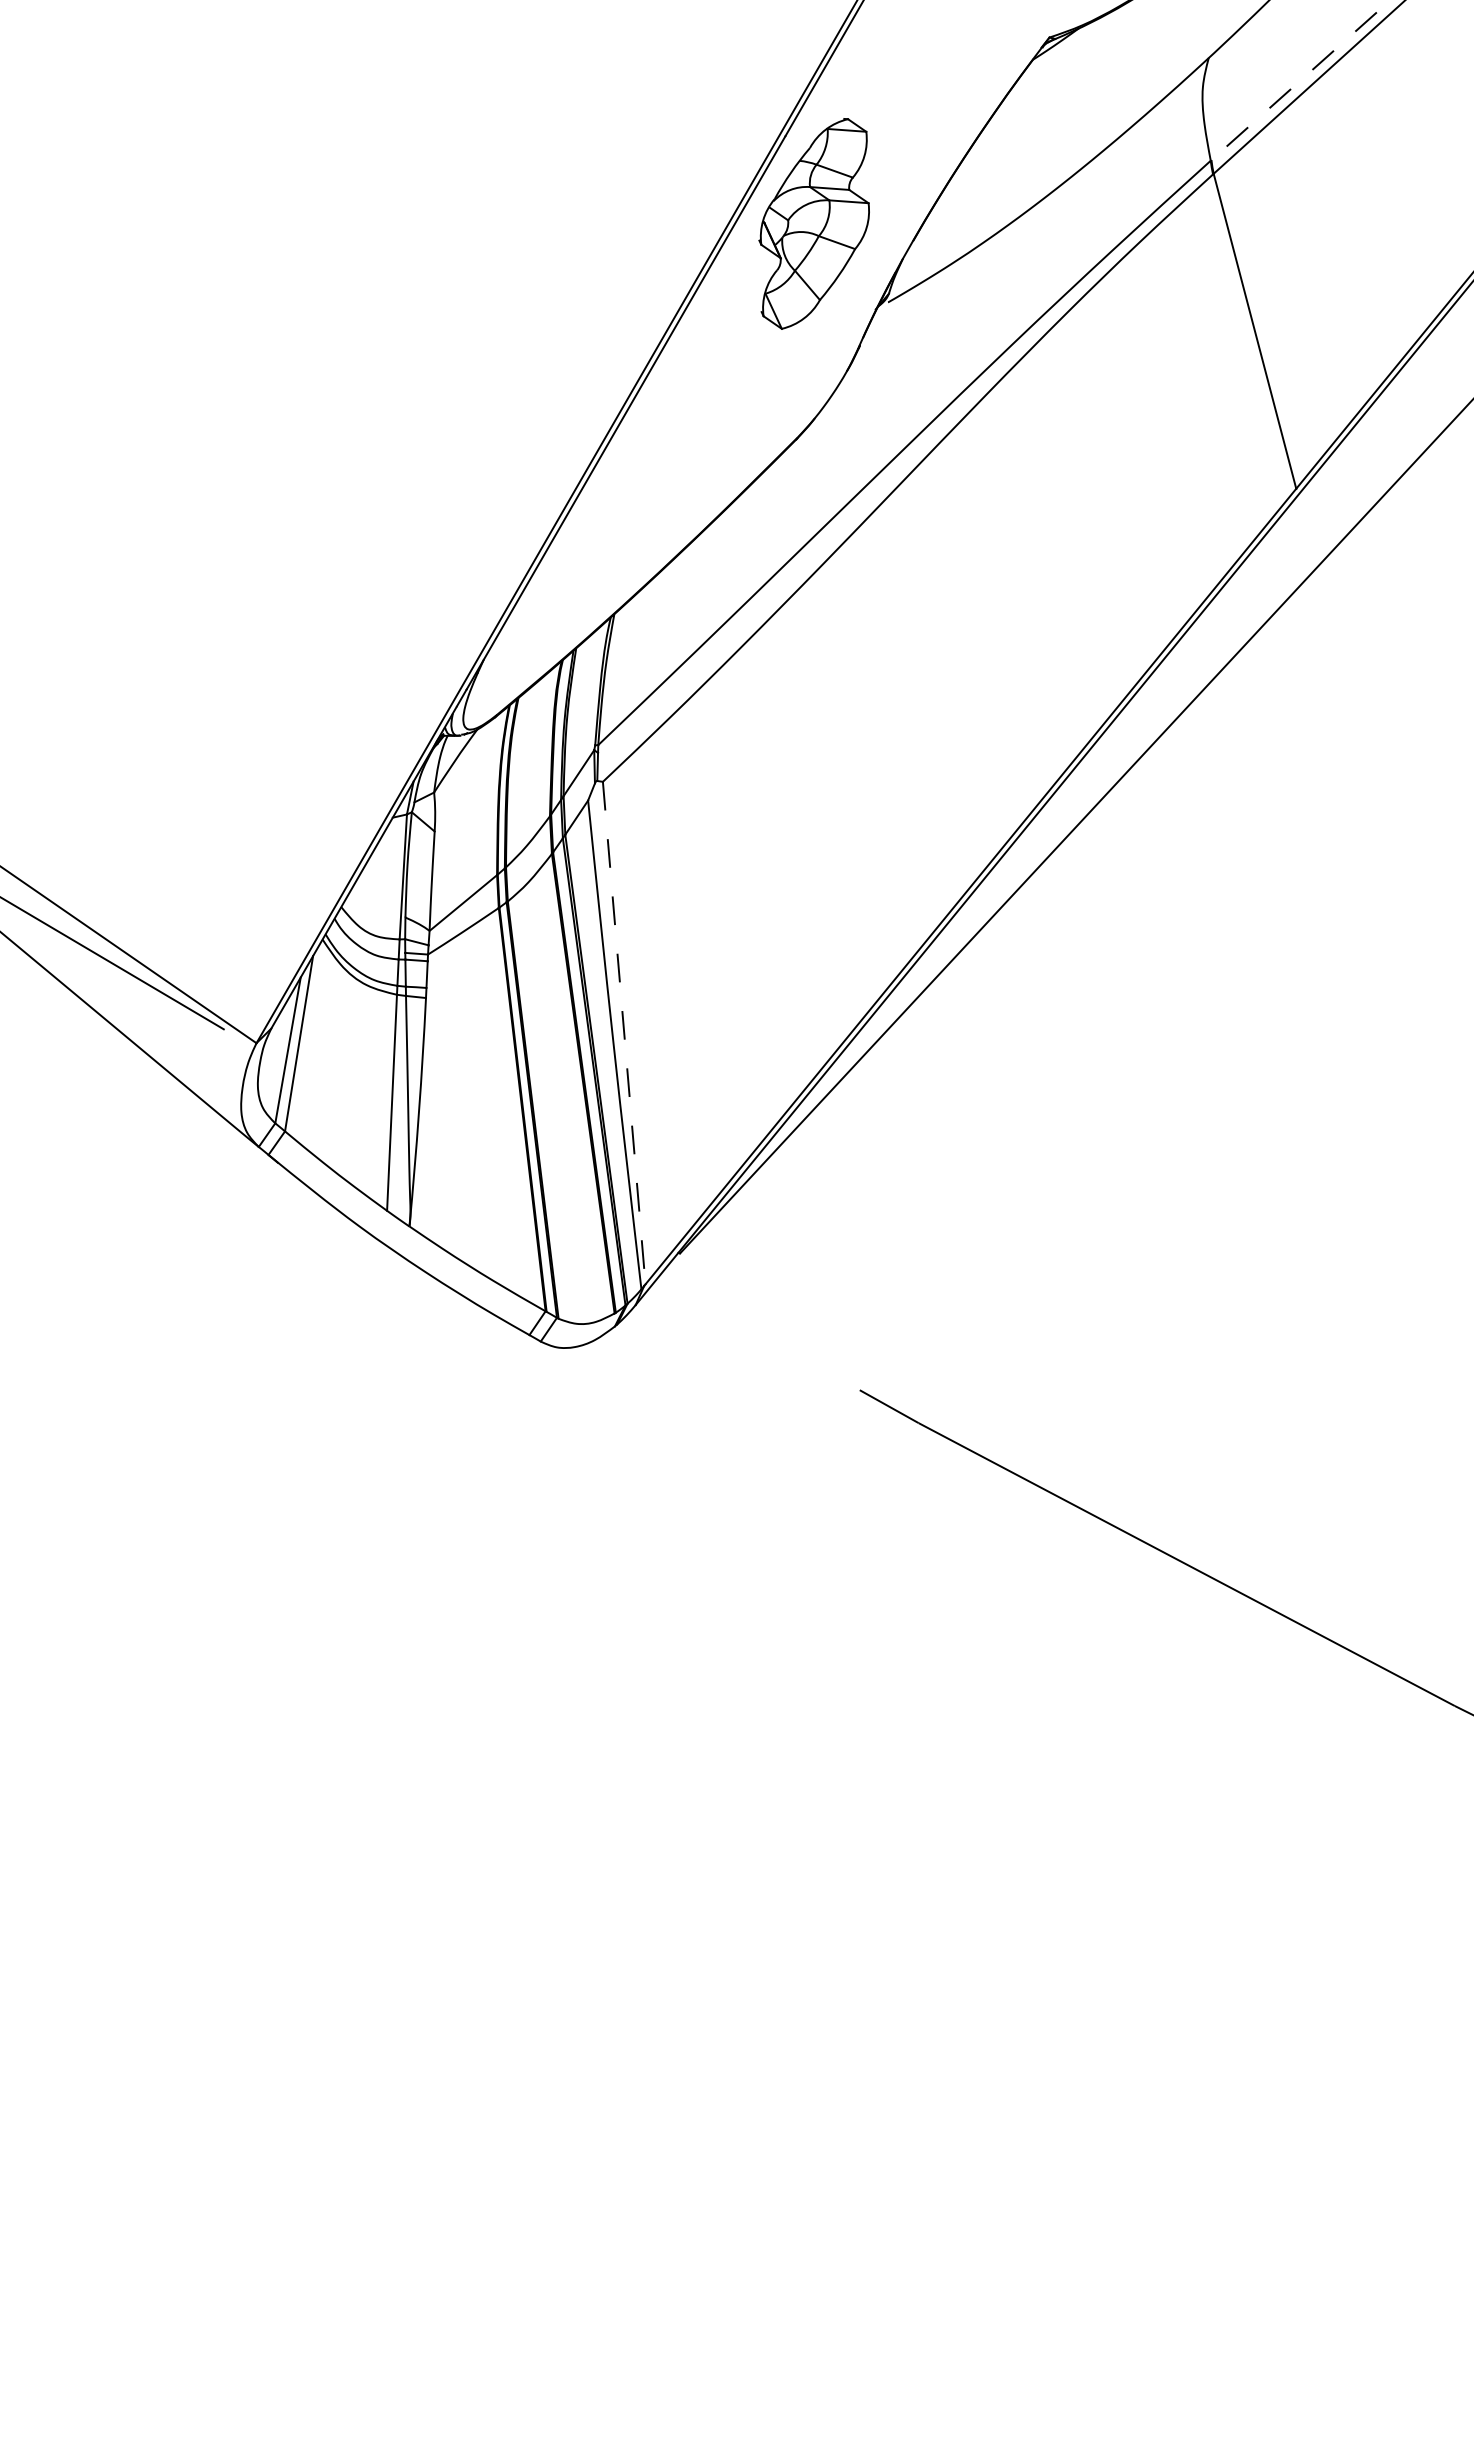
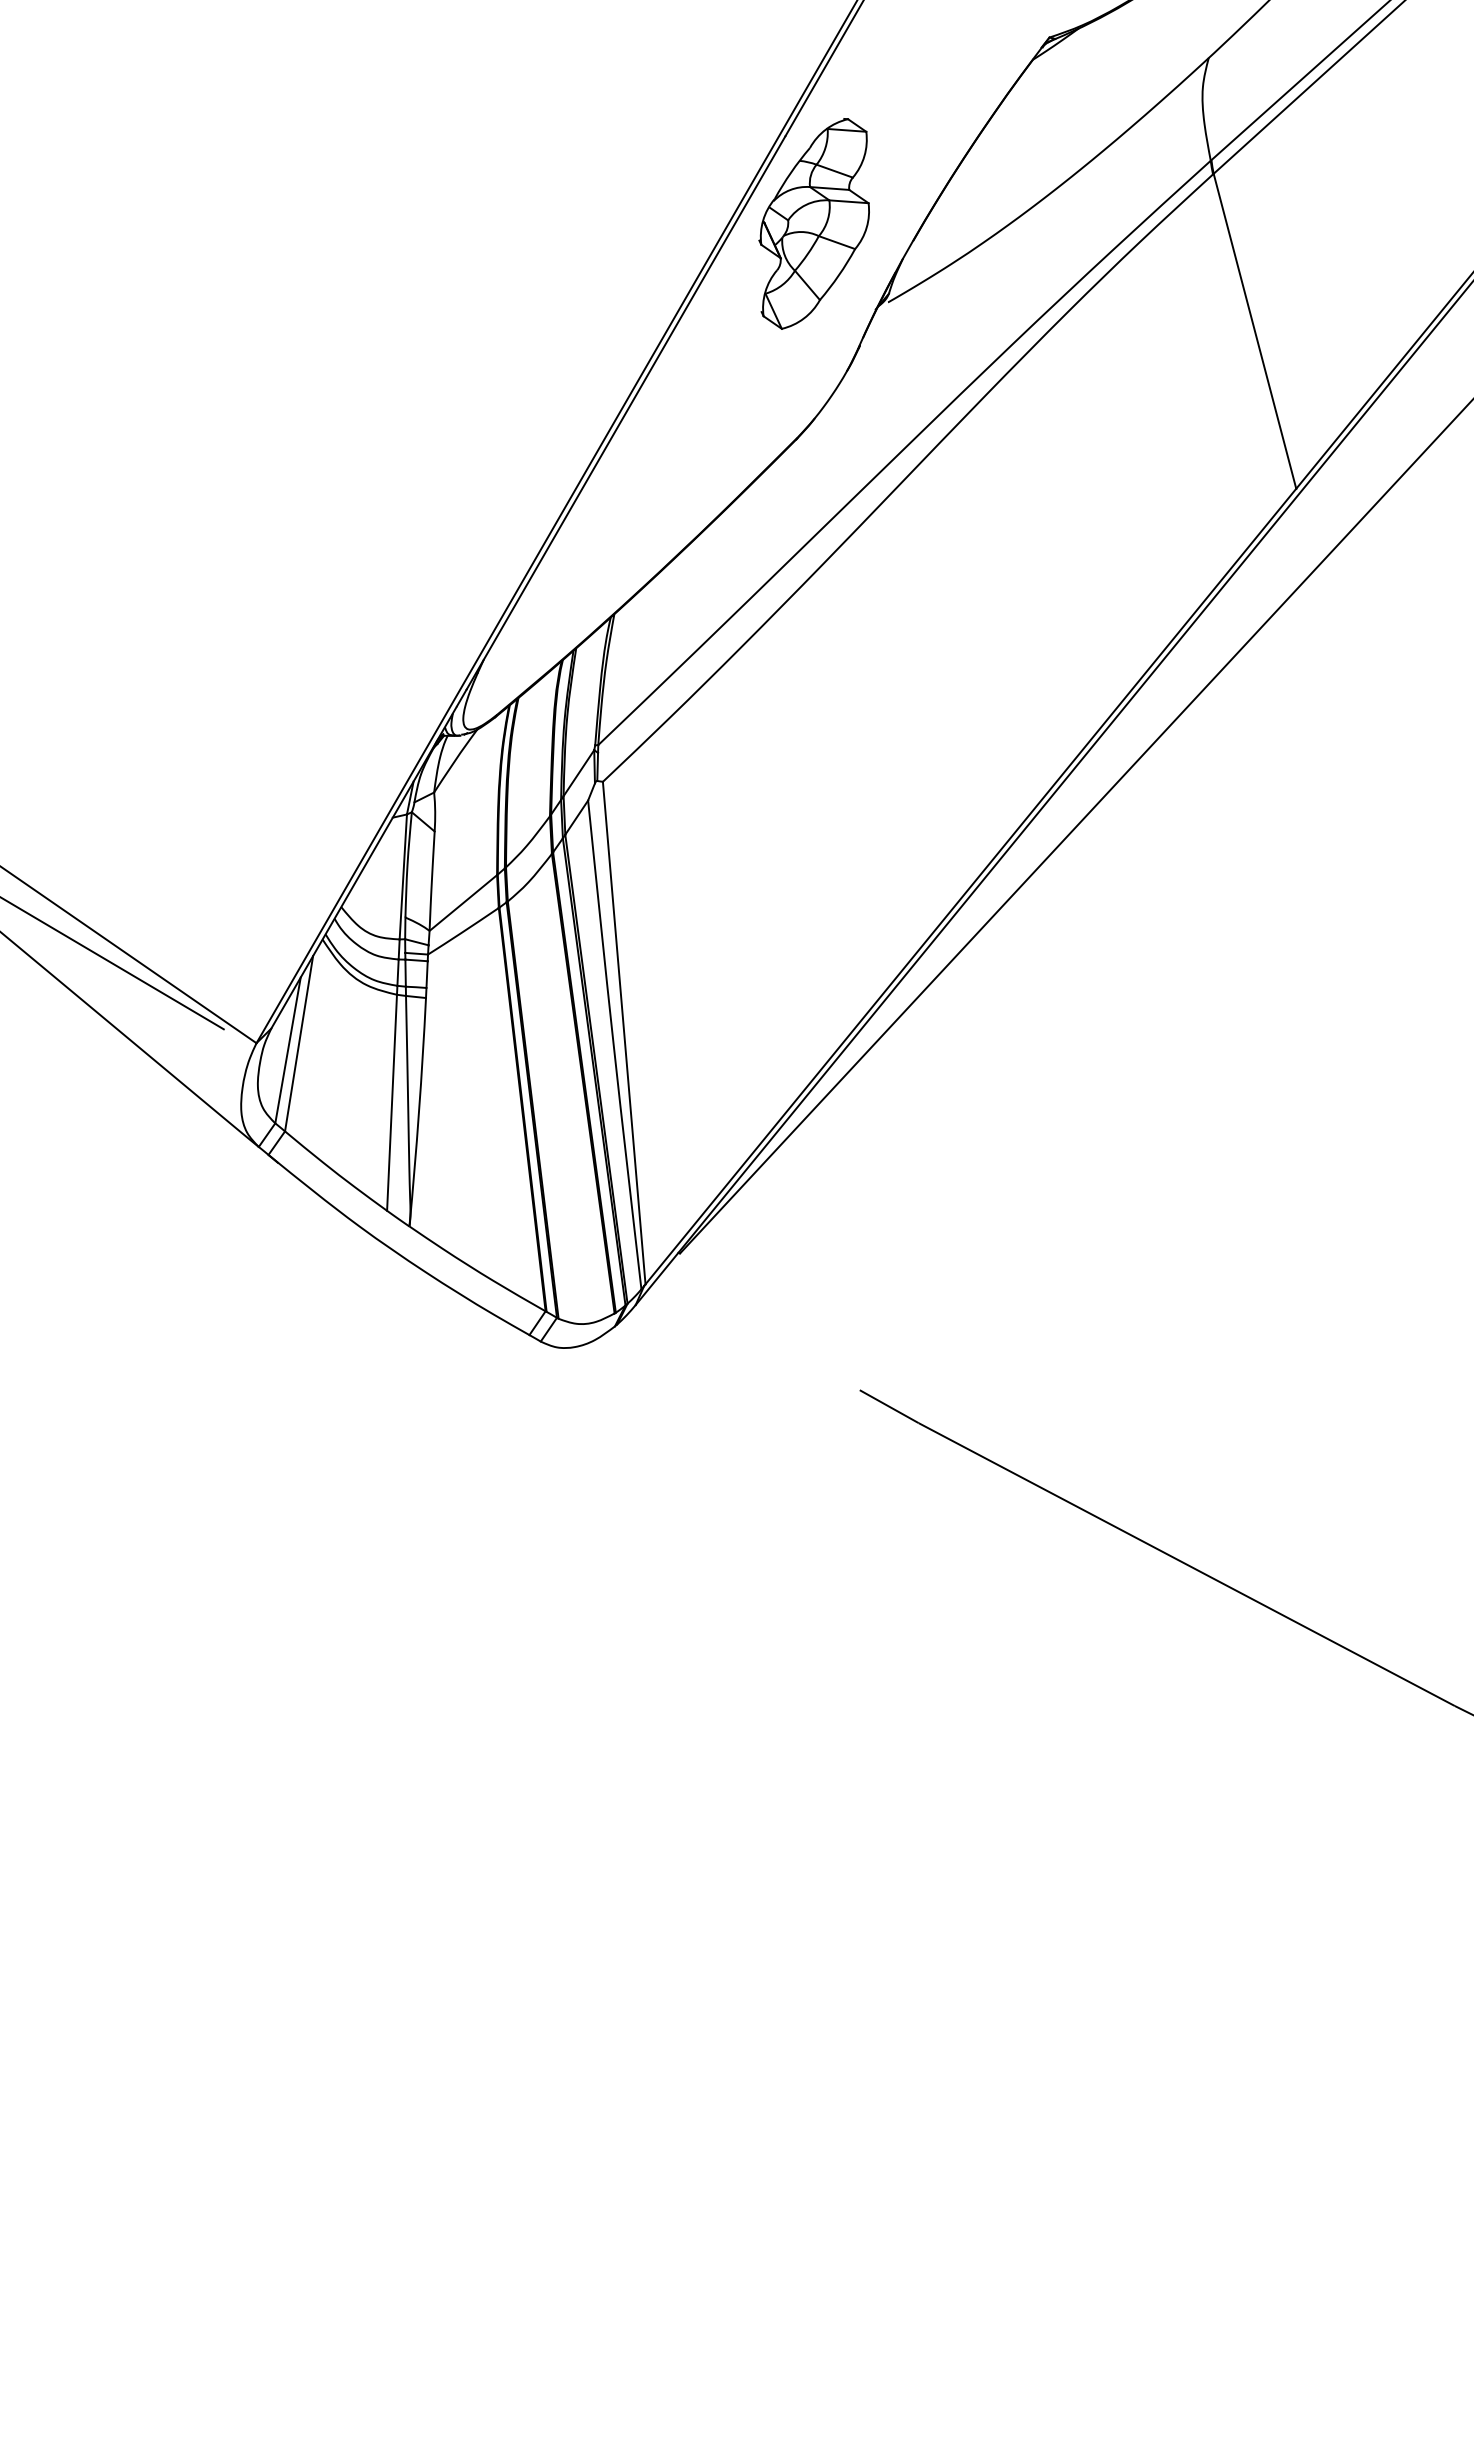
line at (1300, 80): dashed -> solid
line at (624, 1033): dashed -> solid
